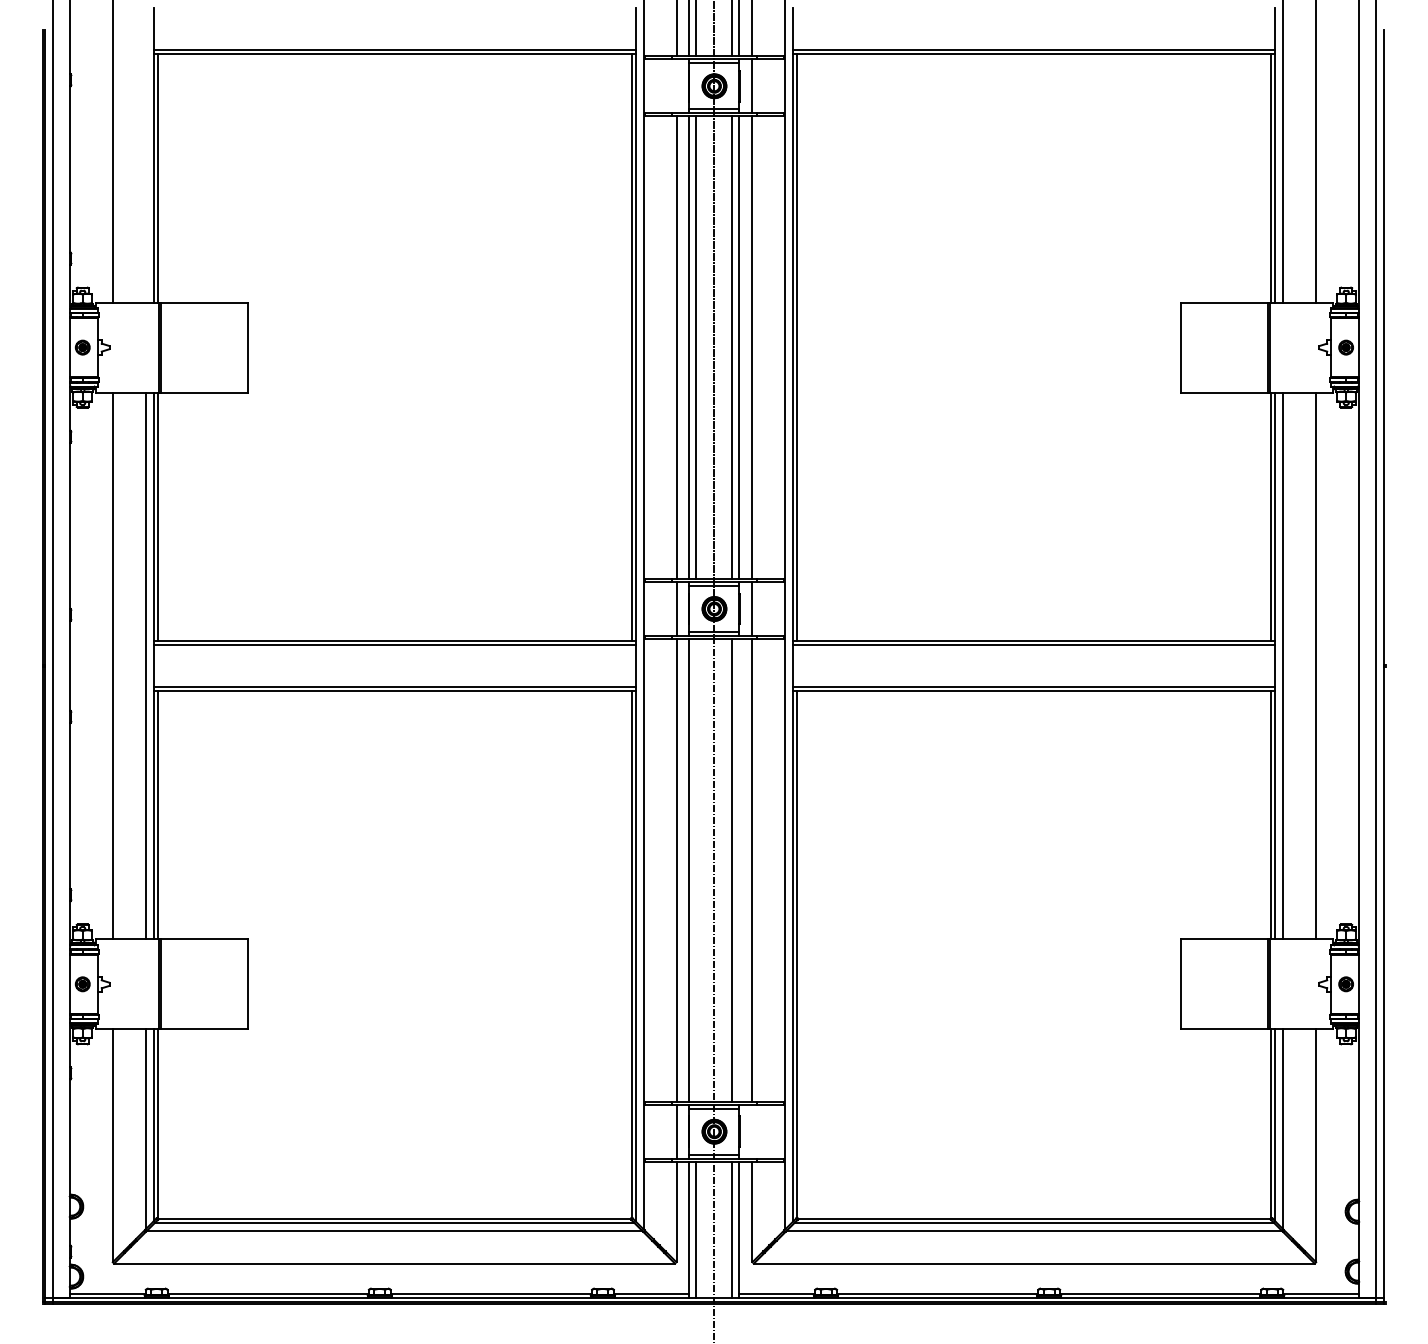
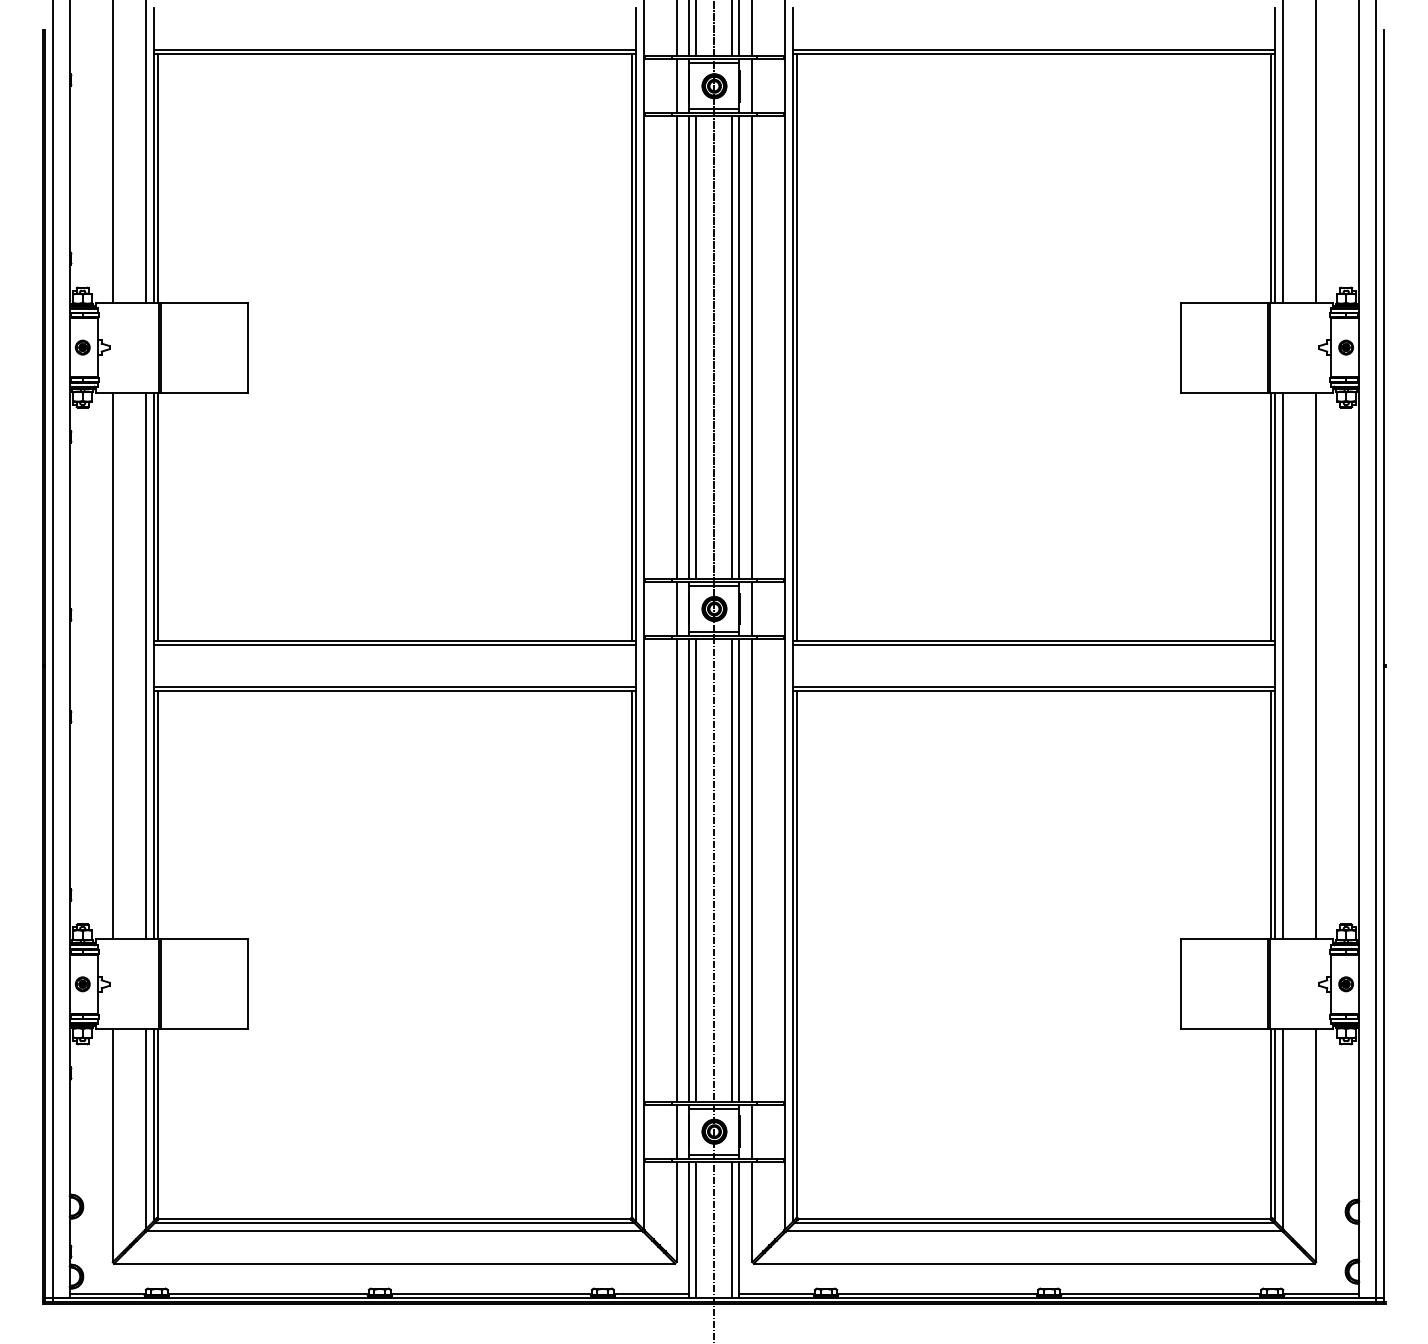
line at (676, 86): none -> present
line at (145, 152): none -> present
line at (696, 869): none -> present
line at (739, 869): none -> present
line at (752, 1131): none -> present
